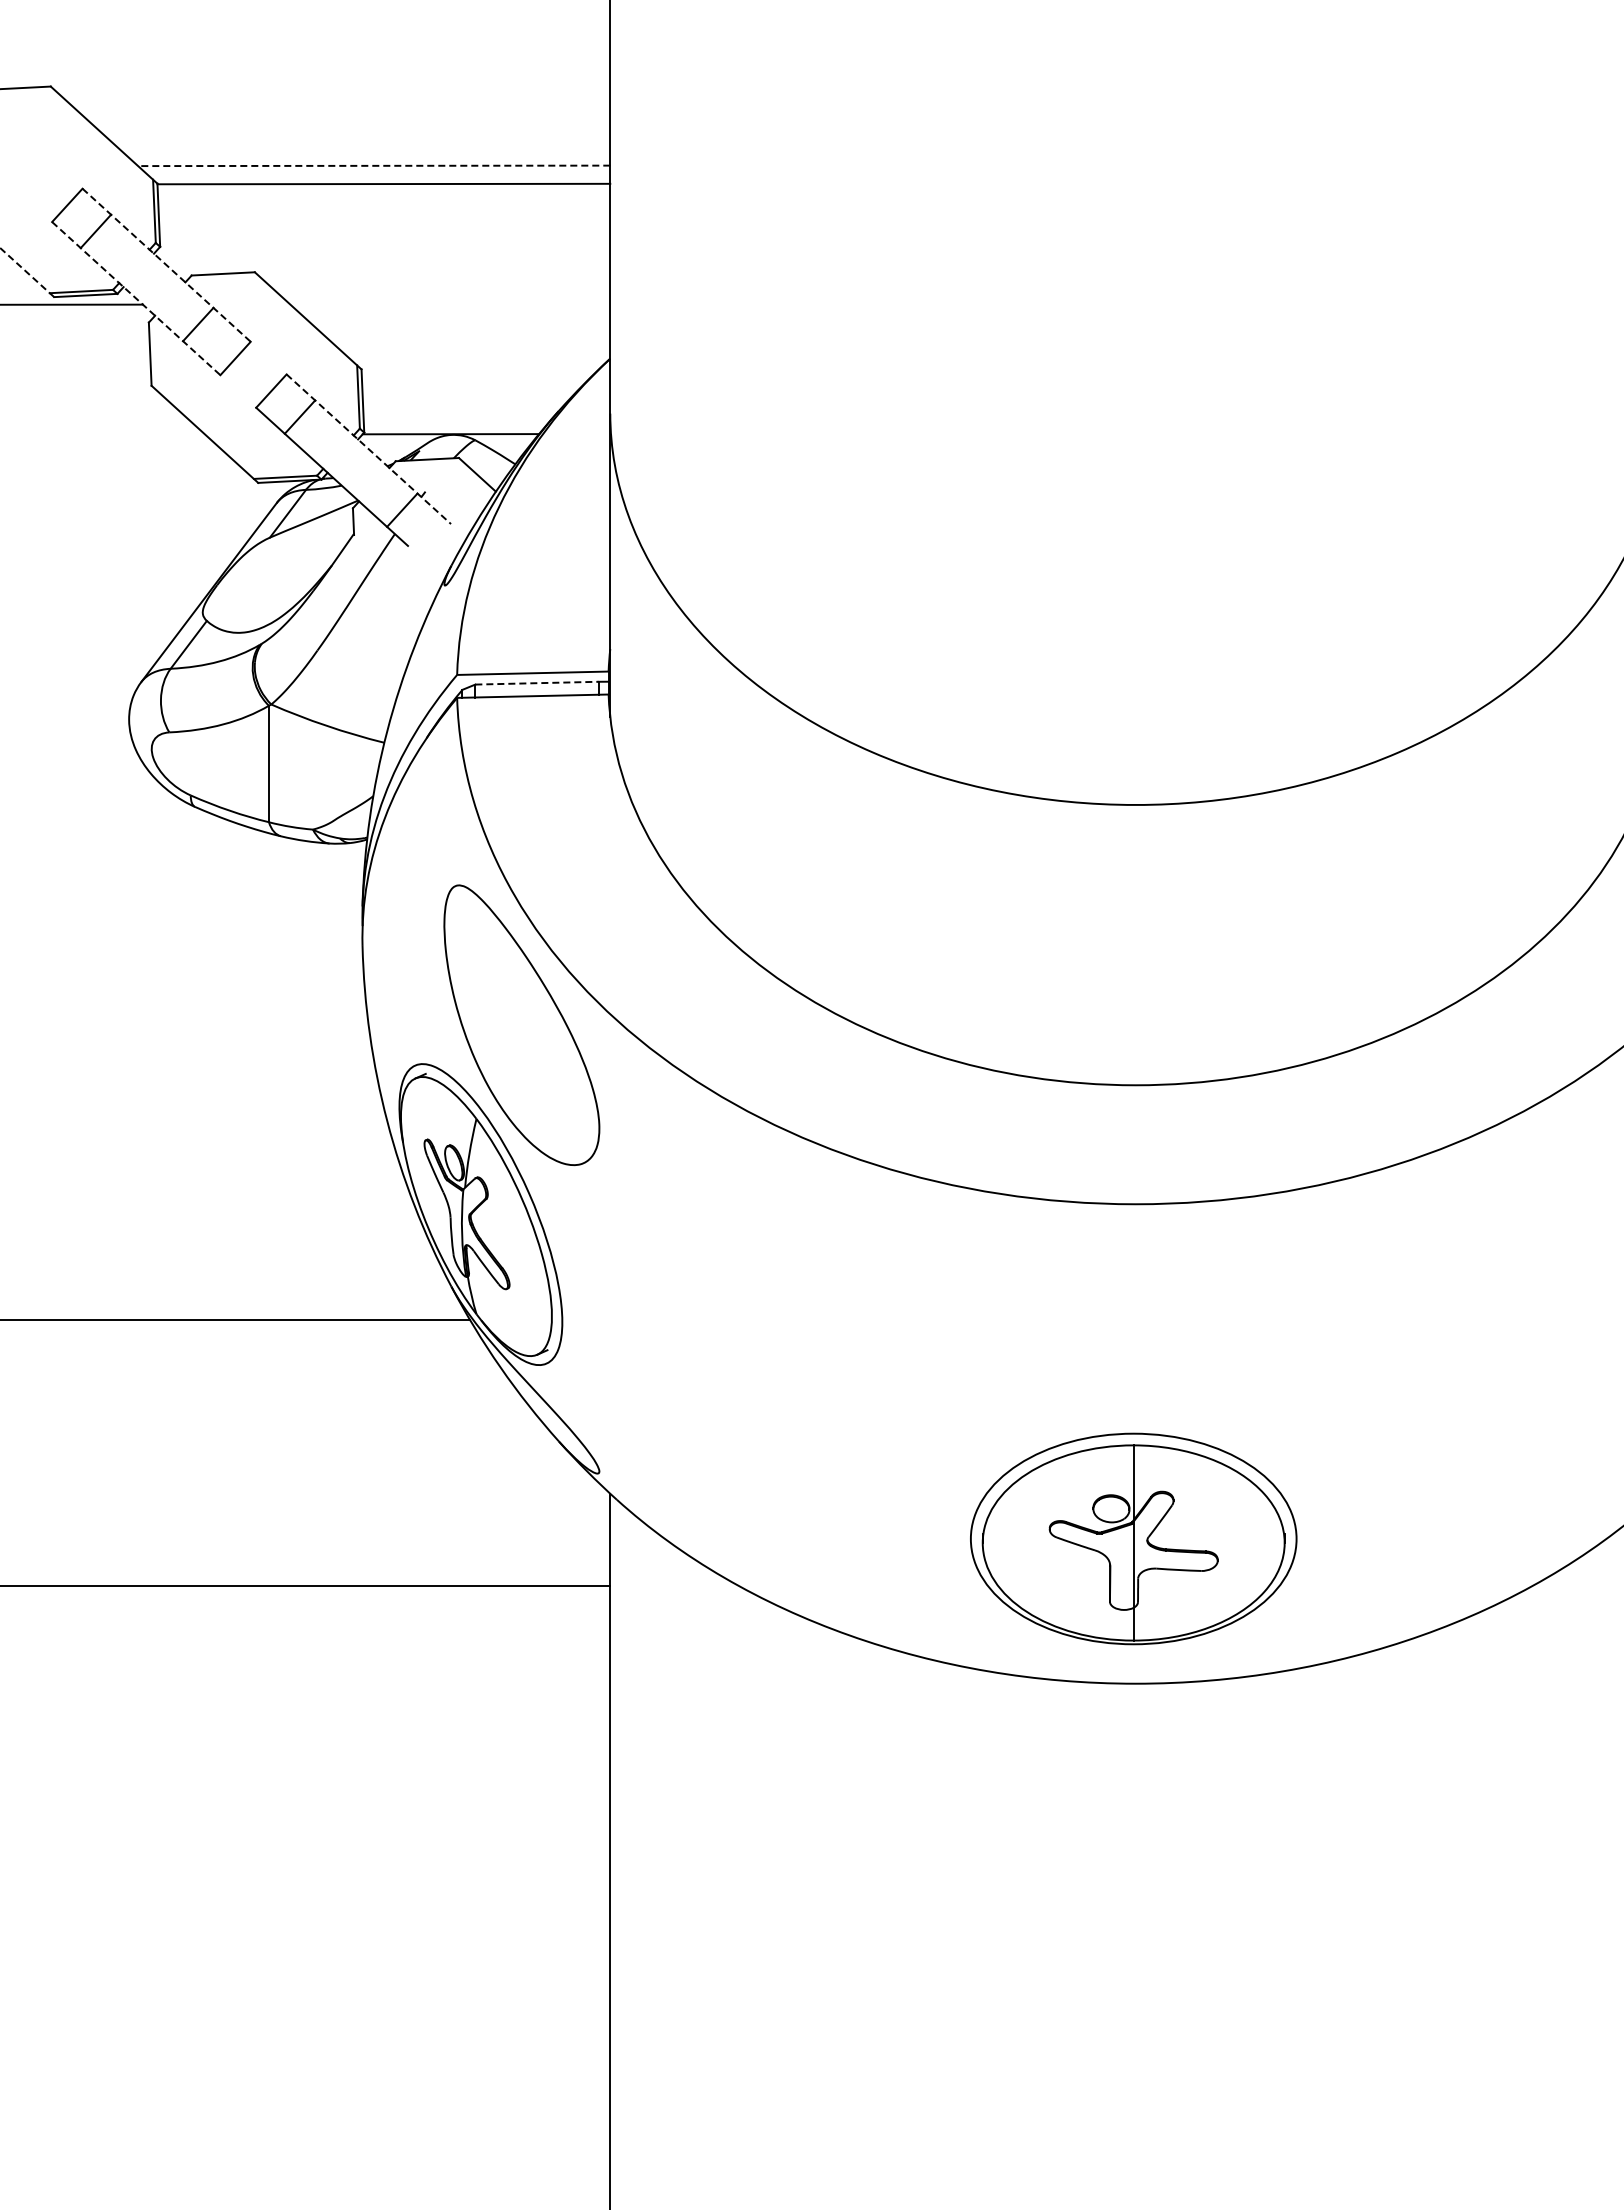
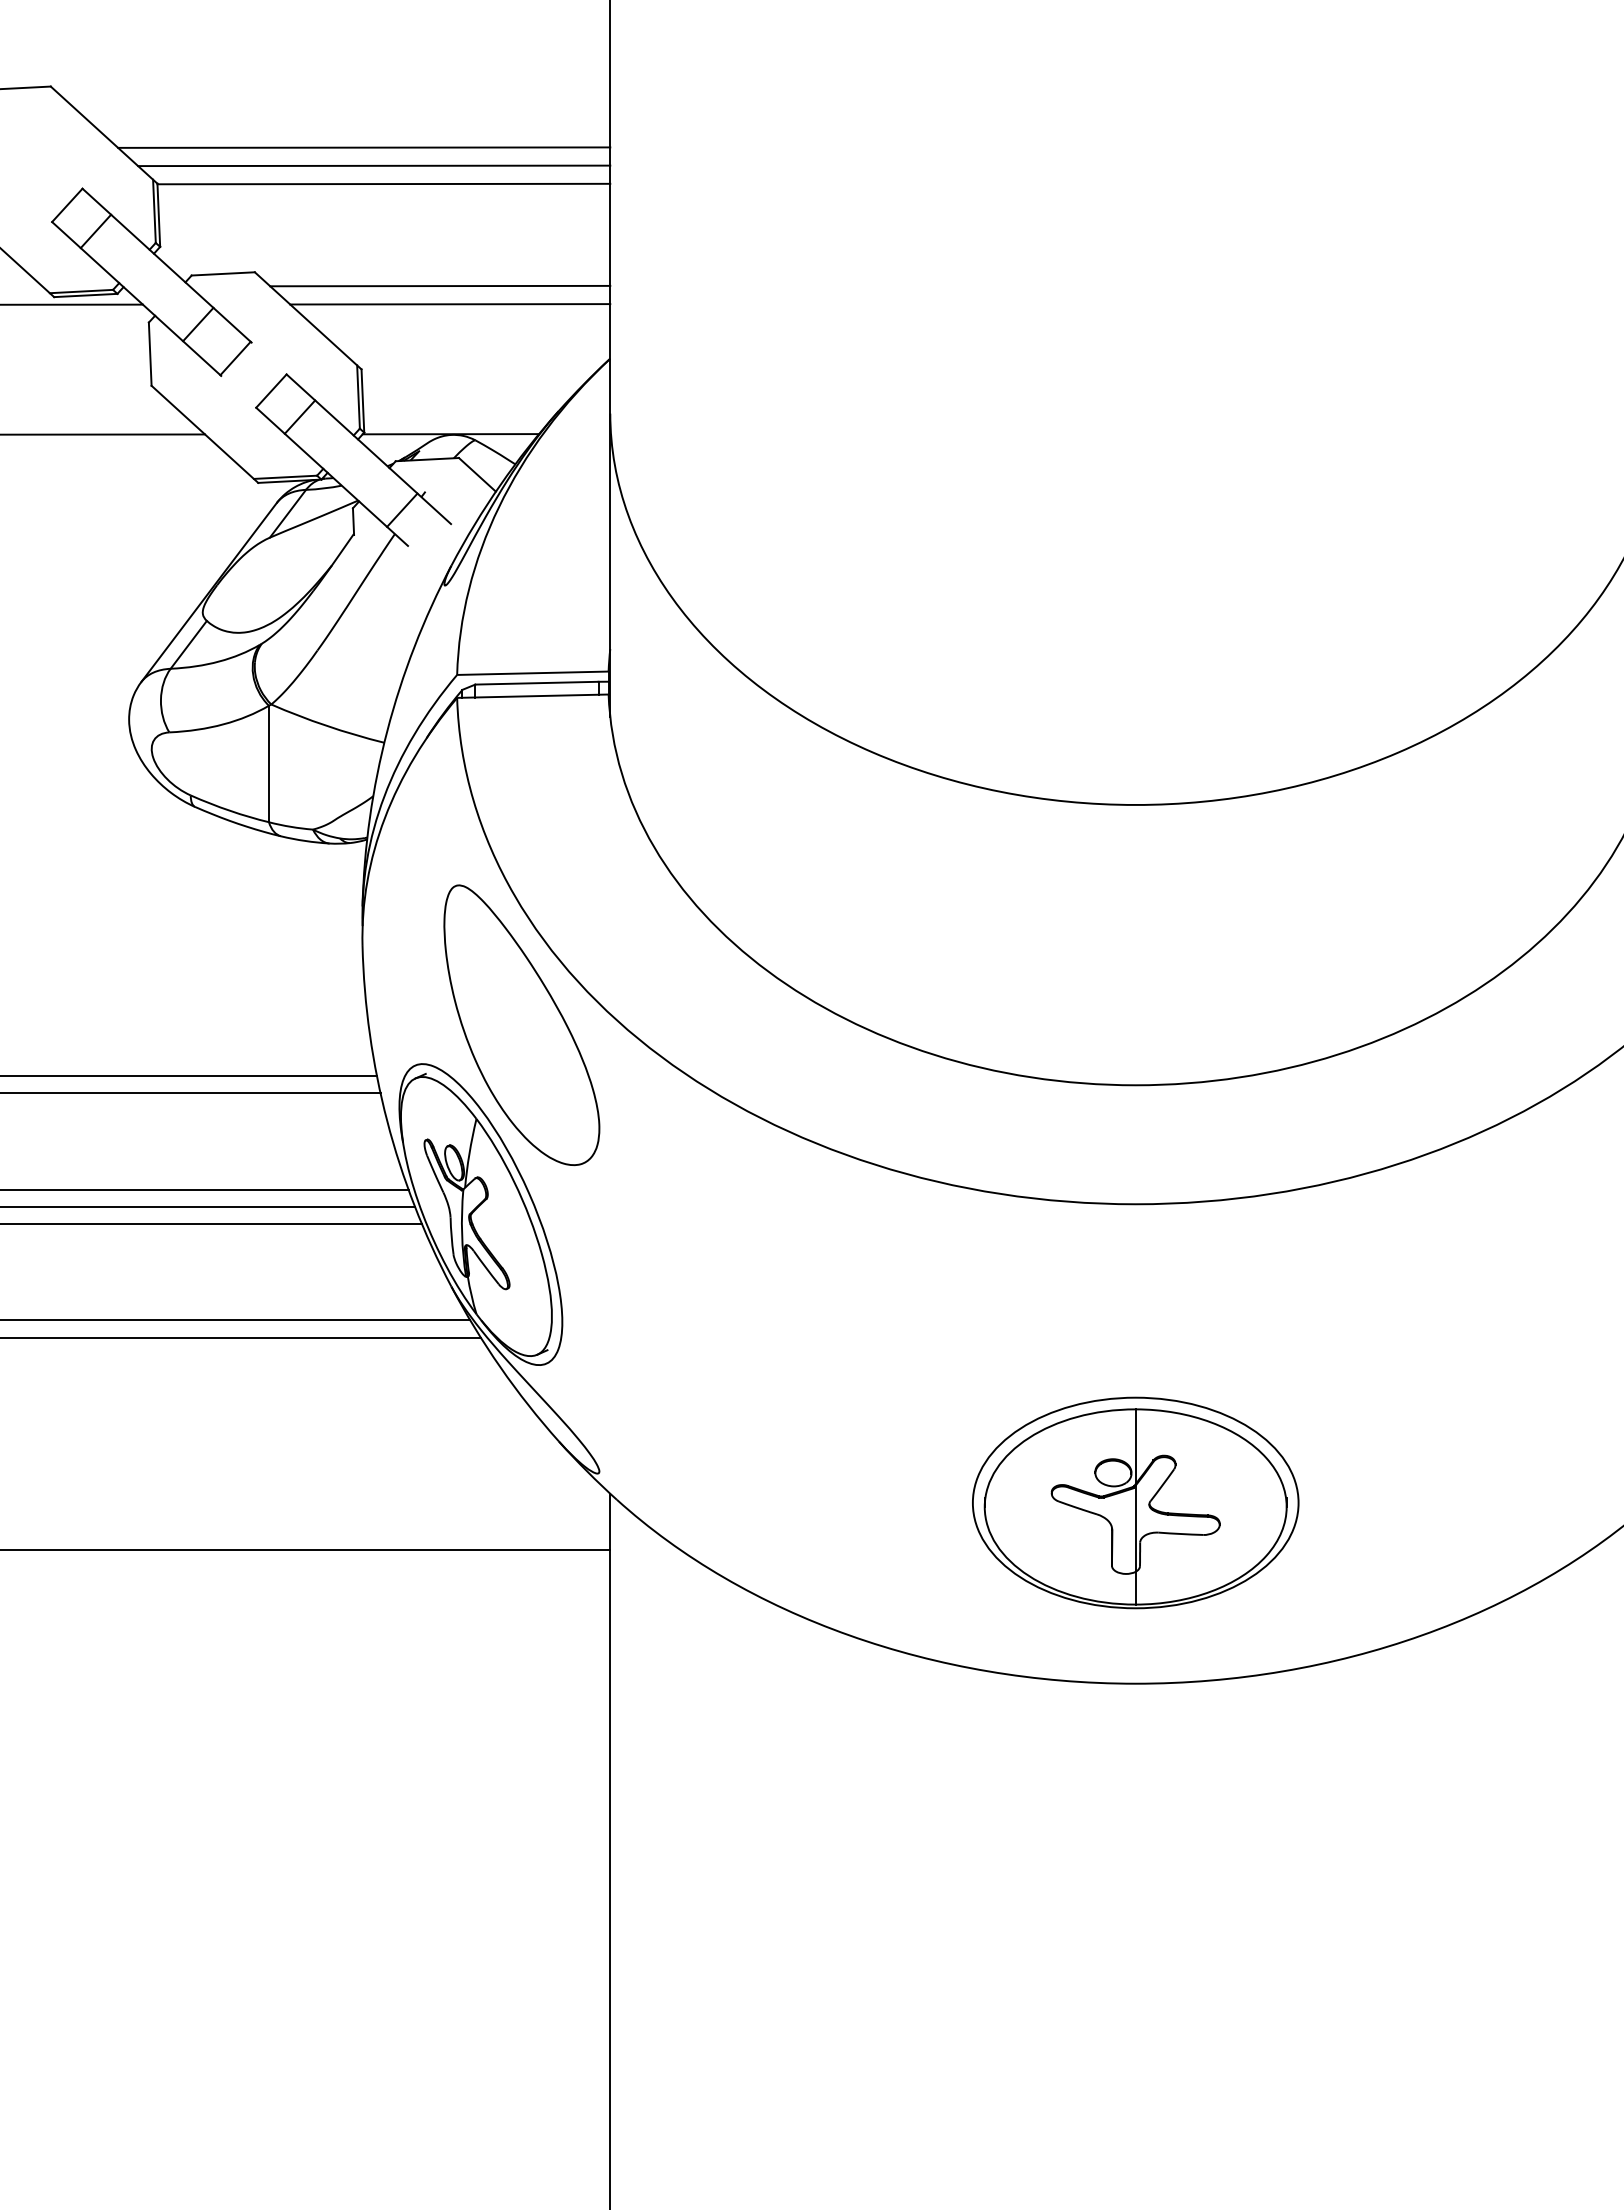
line at (364, 147): none -> present
line at (373, 165): dashed -> solid
line at (167, 266): dashed -> solid
line at (26, 272): dashed -> solid
line at (440, 285): none -> present
line at (137, 299): dashed -> solid
line at (450, 304): none -> present
line at (103, 434): none -> present
line at (369, 449): dashed -> solid
line at (536, 683): dashed -> solid
line at (189, 1075): none -> present
line at (191, 1093): none -> present
line at (205, 1189): none -> present
line at (208, 1206): none -> present
line at (211, 1224): none -> present
line at (241, 1337): none -> present
part at (1133, 1538) position: (1133, 1538) -> (1135, 1502)
line at (306, 1585) position: (306, 1585) -> (306, 1549)
